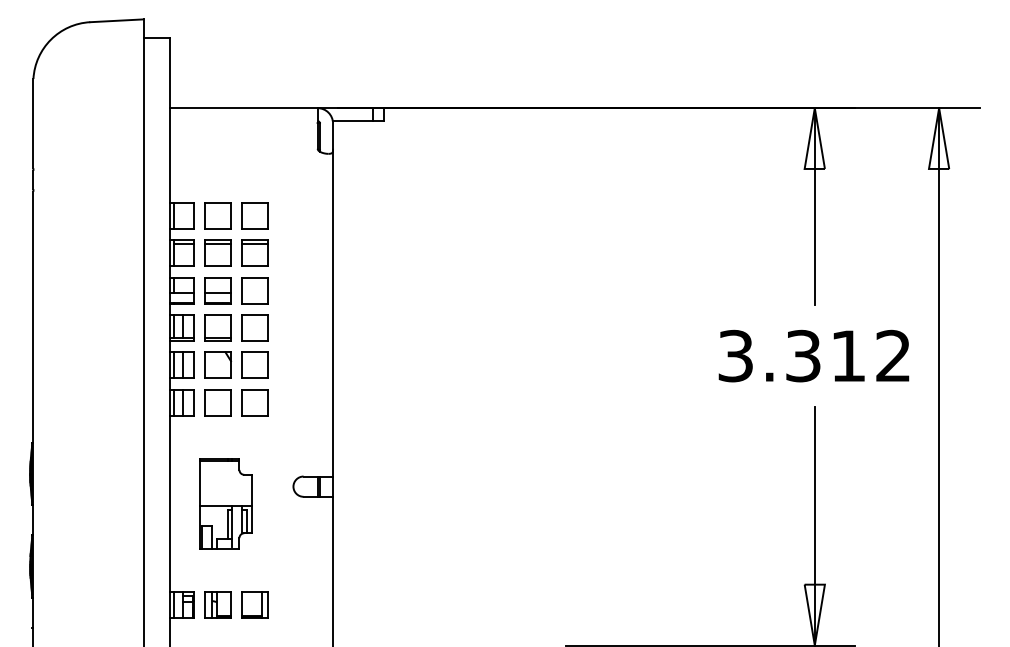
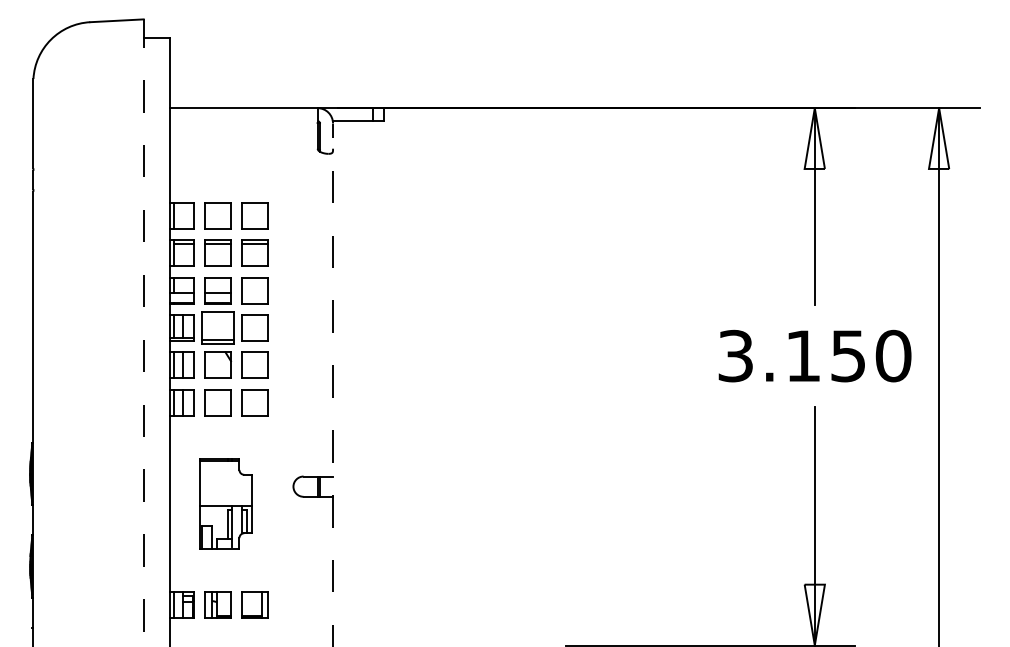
part at (217, 327) size: 28x28 px -> 34x34 px
line at (143, 332): solid -> dashed
text at (848, 355): 3.312 -> 3.150
line at (333, 384): solid -> dashed
